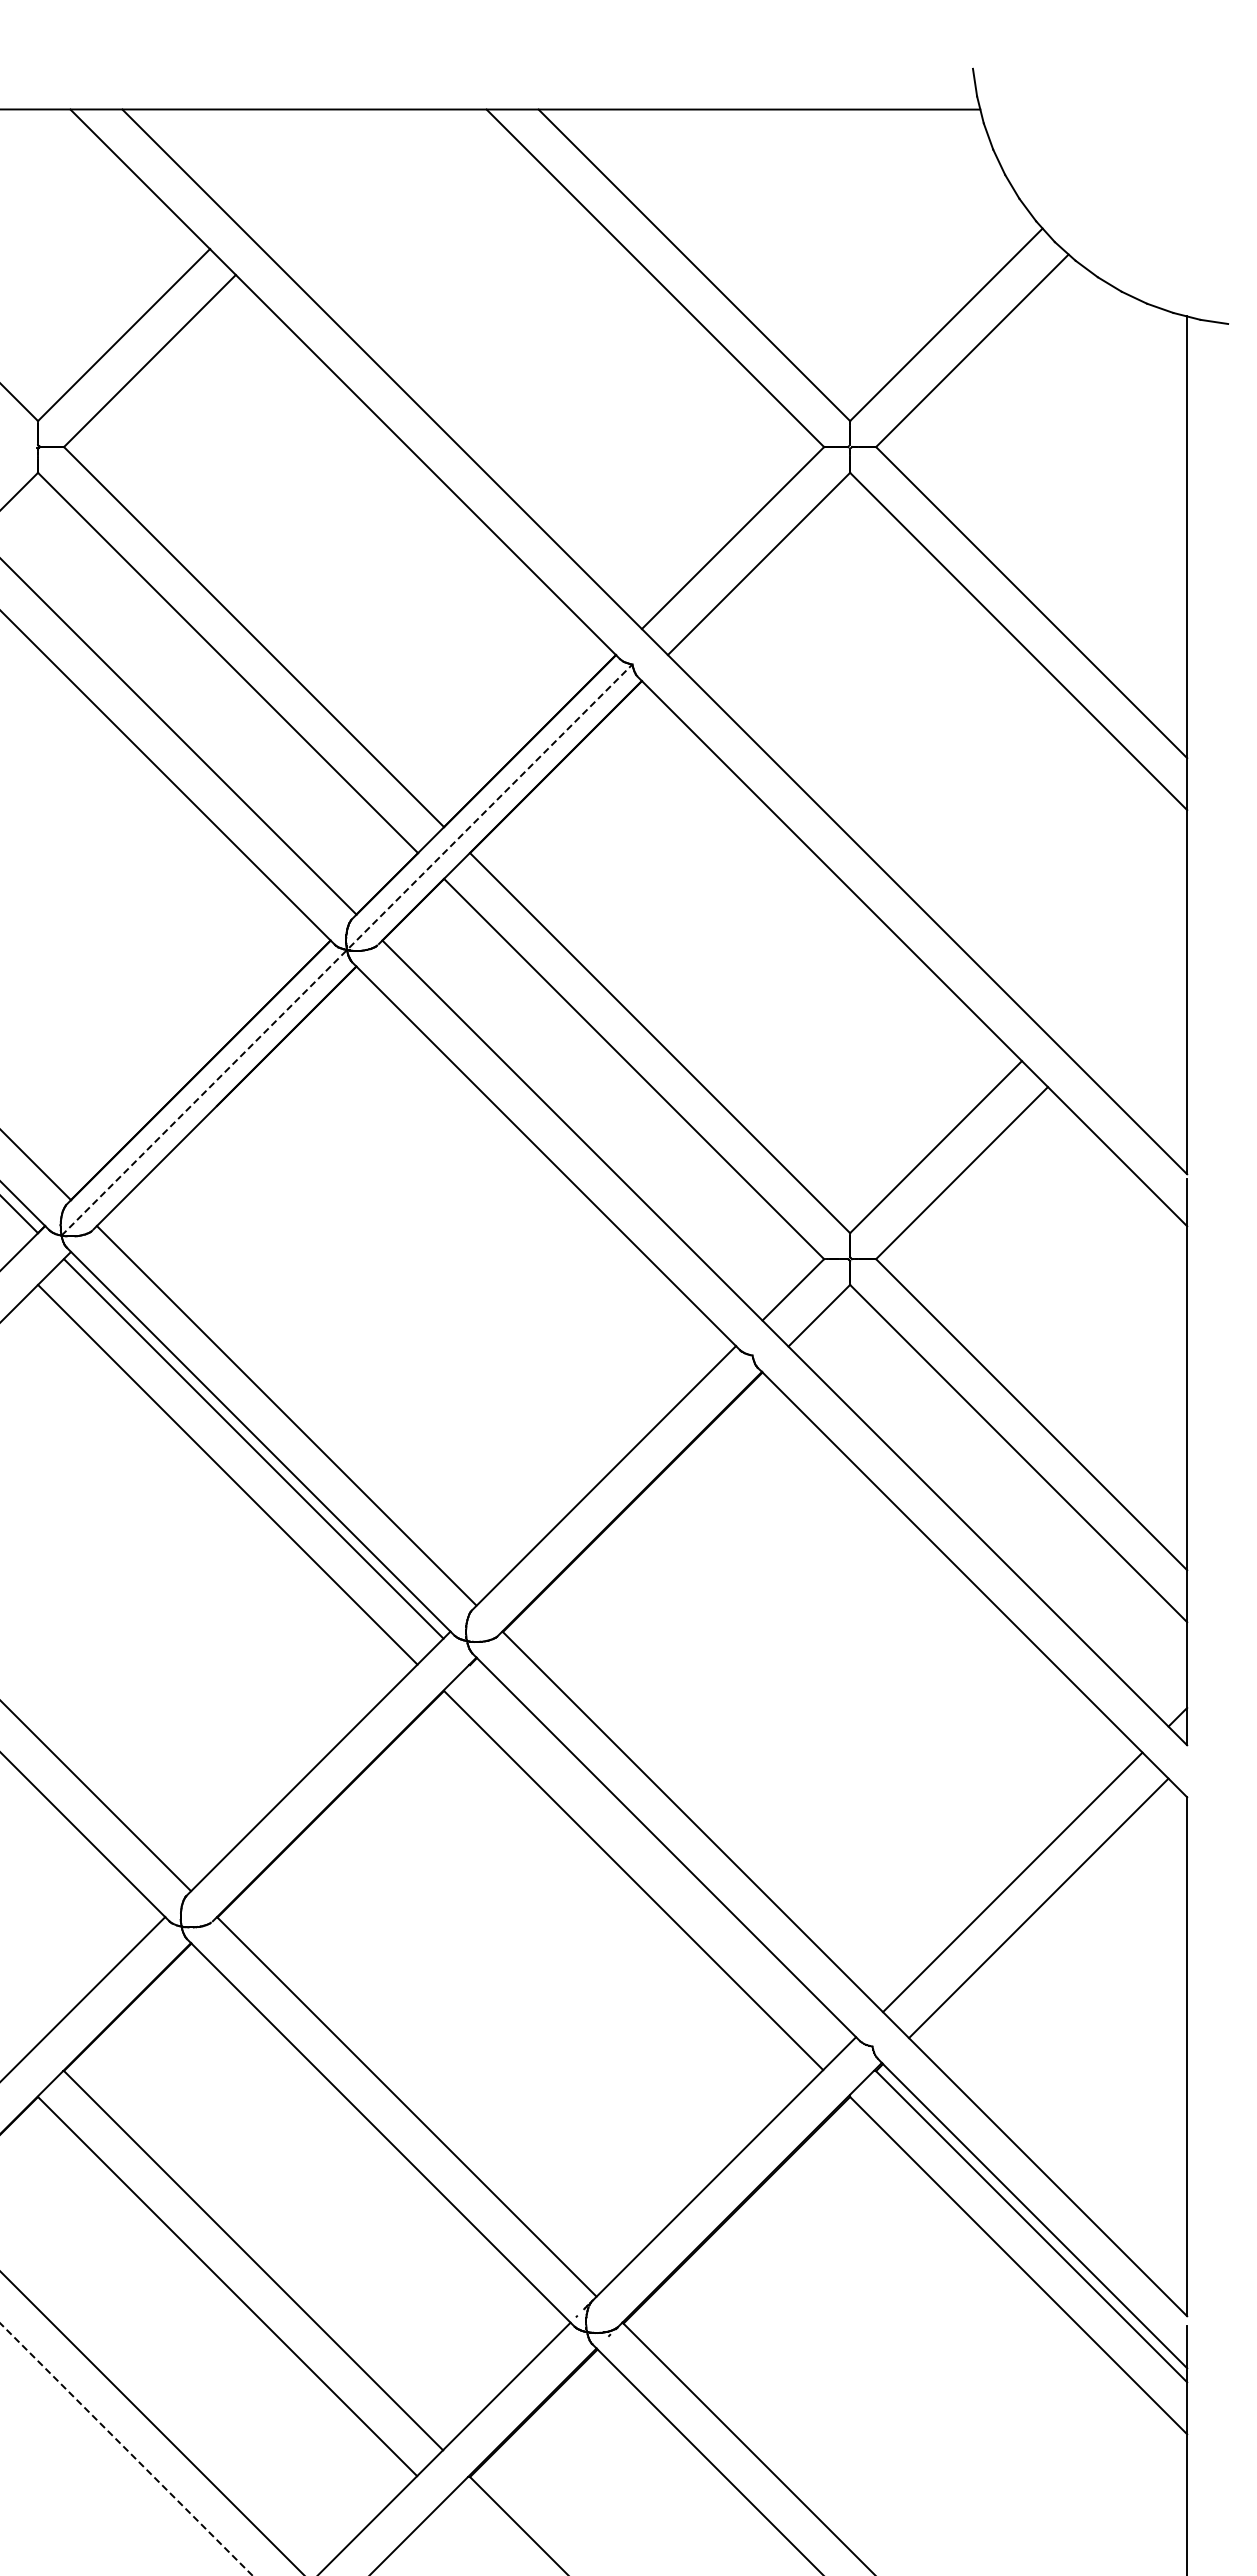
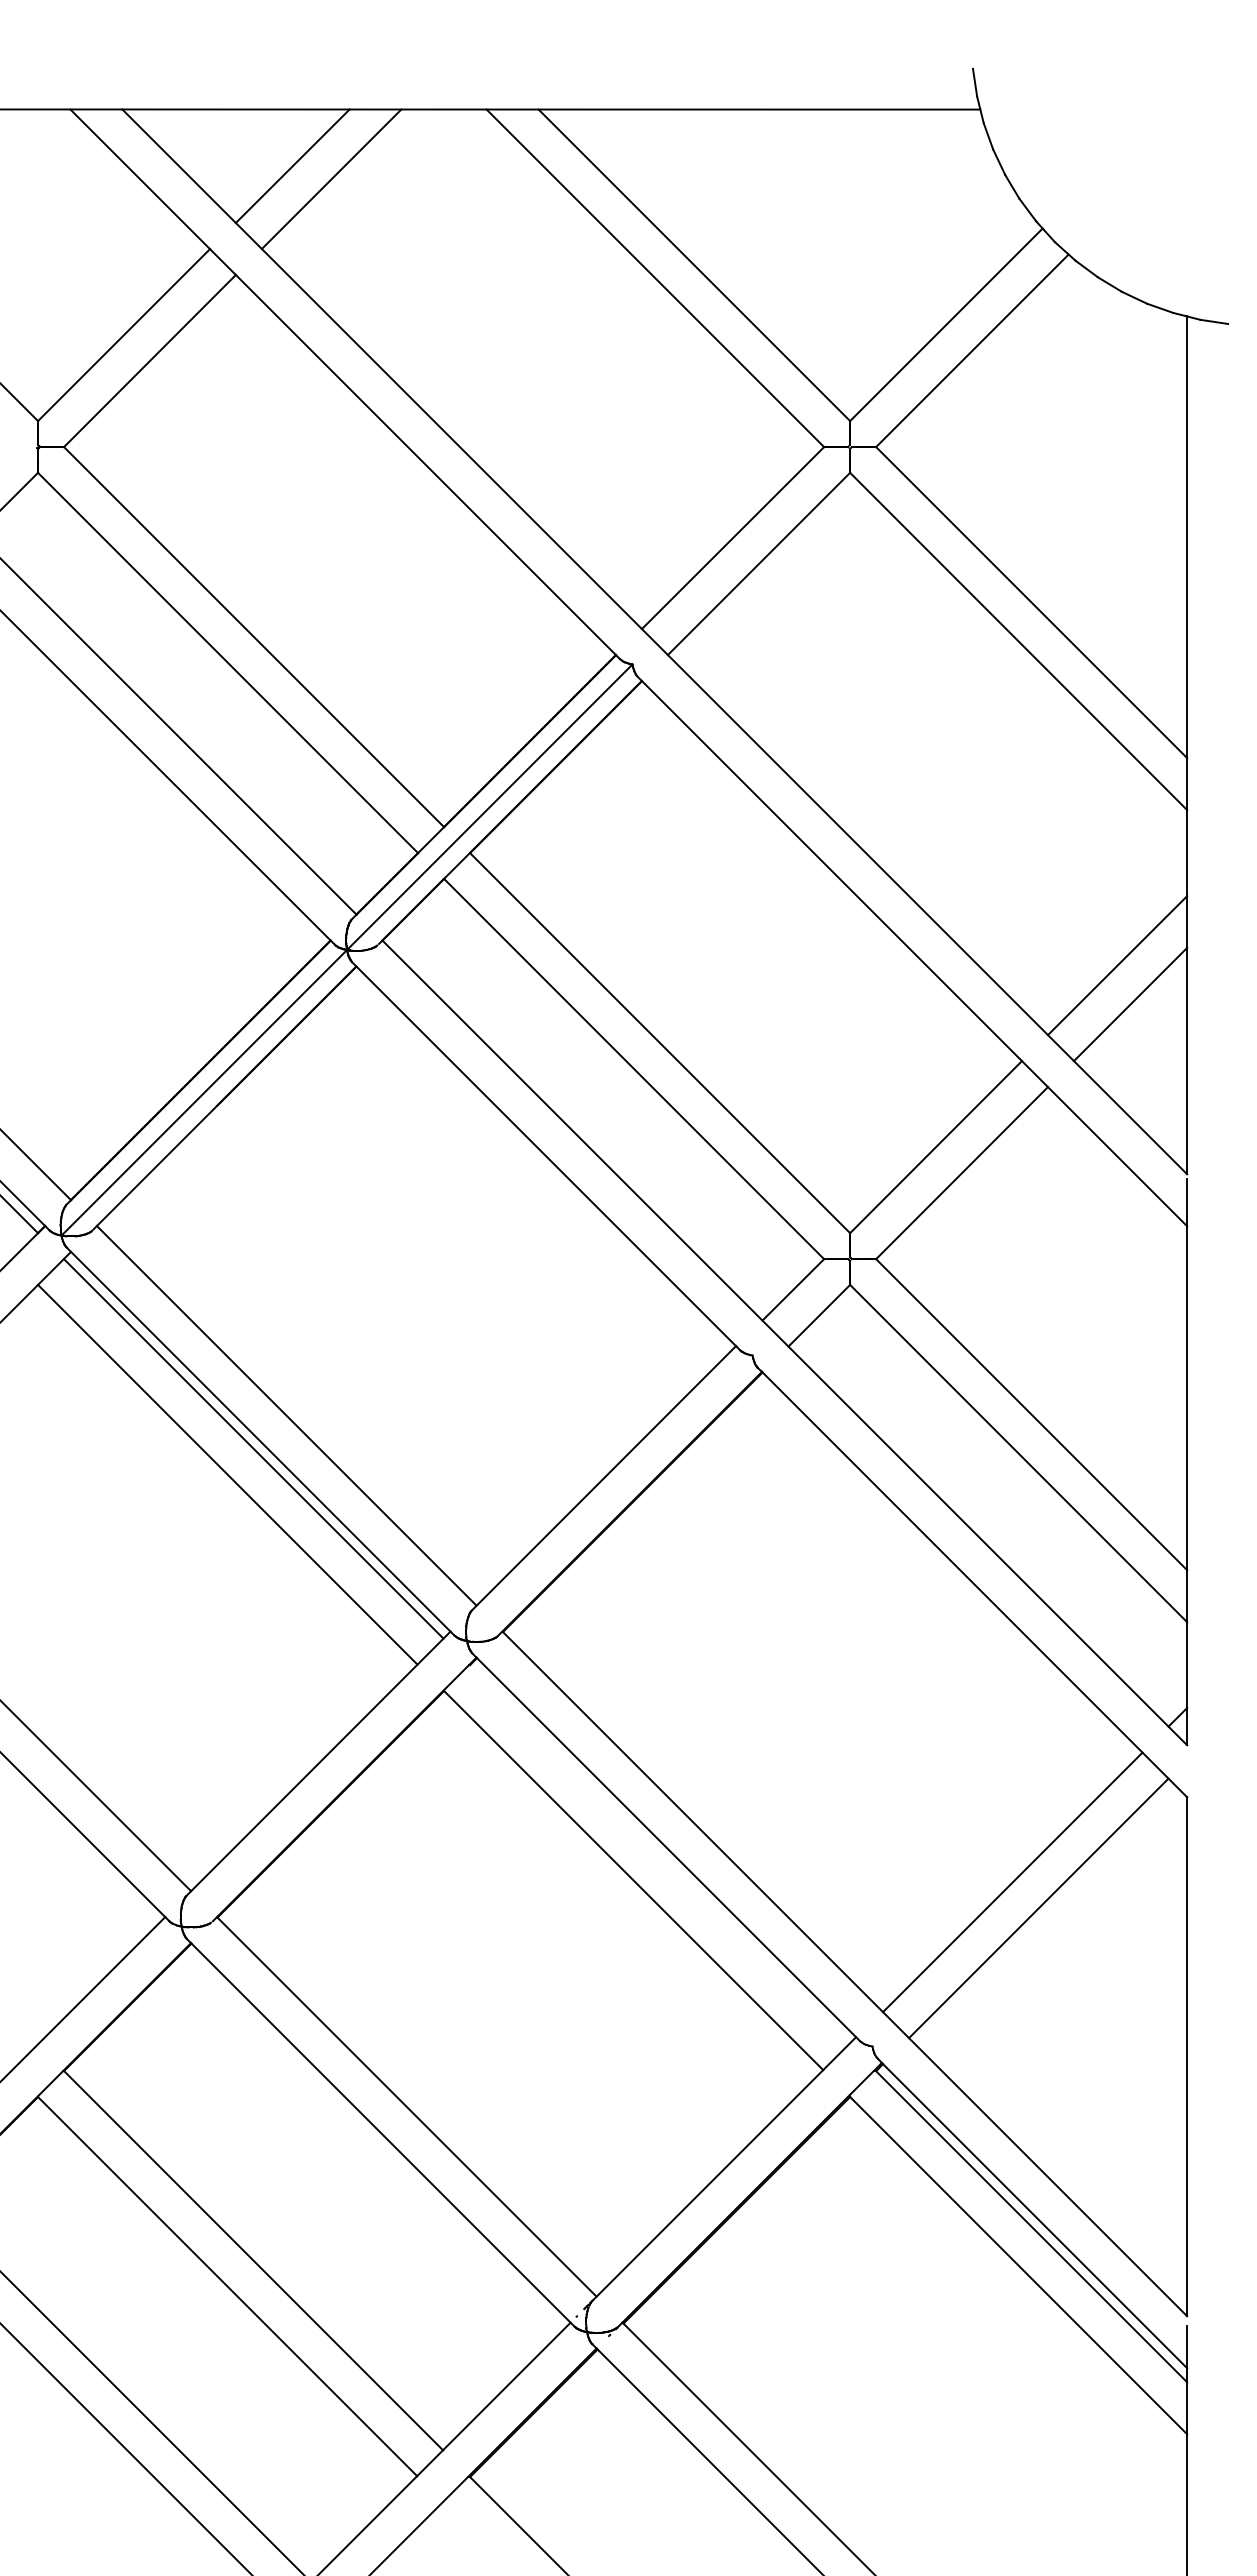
line at (292, 166): none -> present
line at (331, 179): none -> present
line at (347, 950): dashed -> solid
line at (1117, 965): none -> present
line at (1130, 1004): none -> present
line at (126, 2449): dashed -> solid
